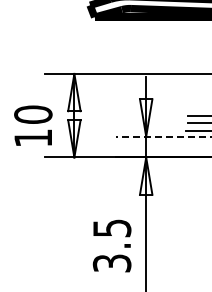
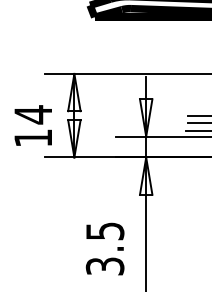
text at (33, 114): 10 -> 14
line at (163, 136): dashed -> solid
text at (111, 245) position: (111, 245) -> (104, 248)
